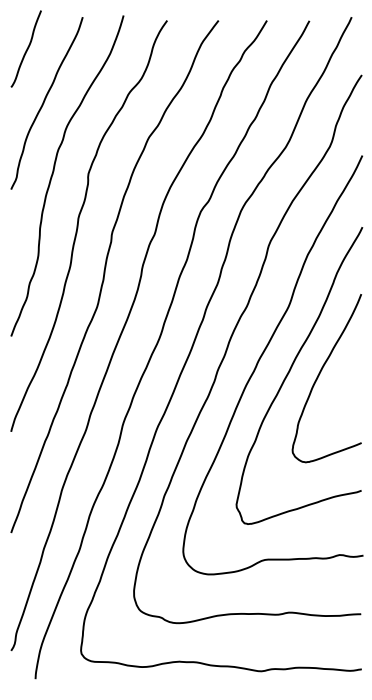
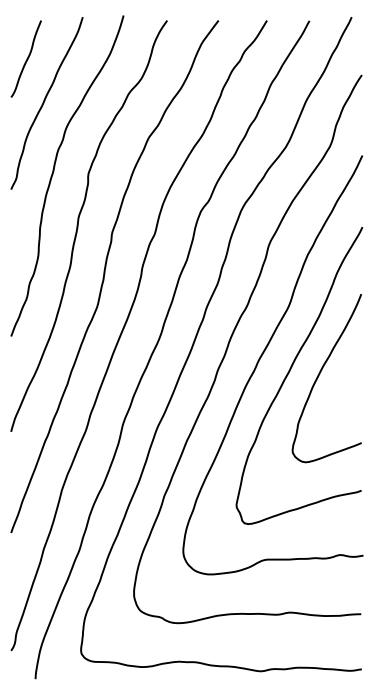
curve at (26, 48) position: (26, 48) -> (26, 58)
